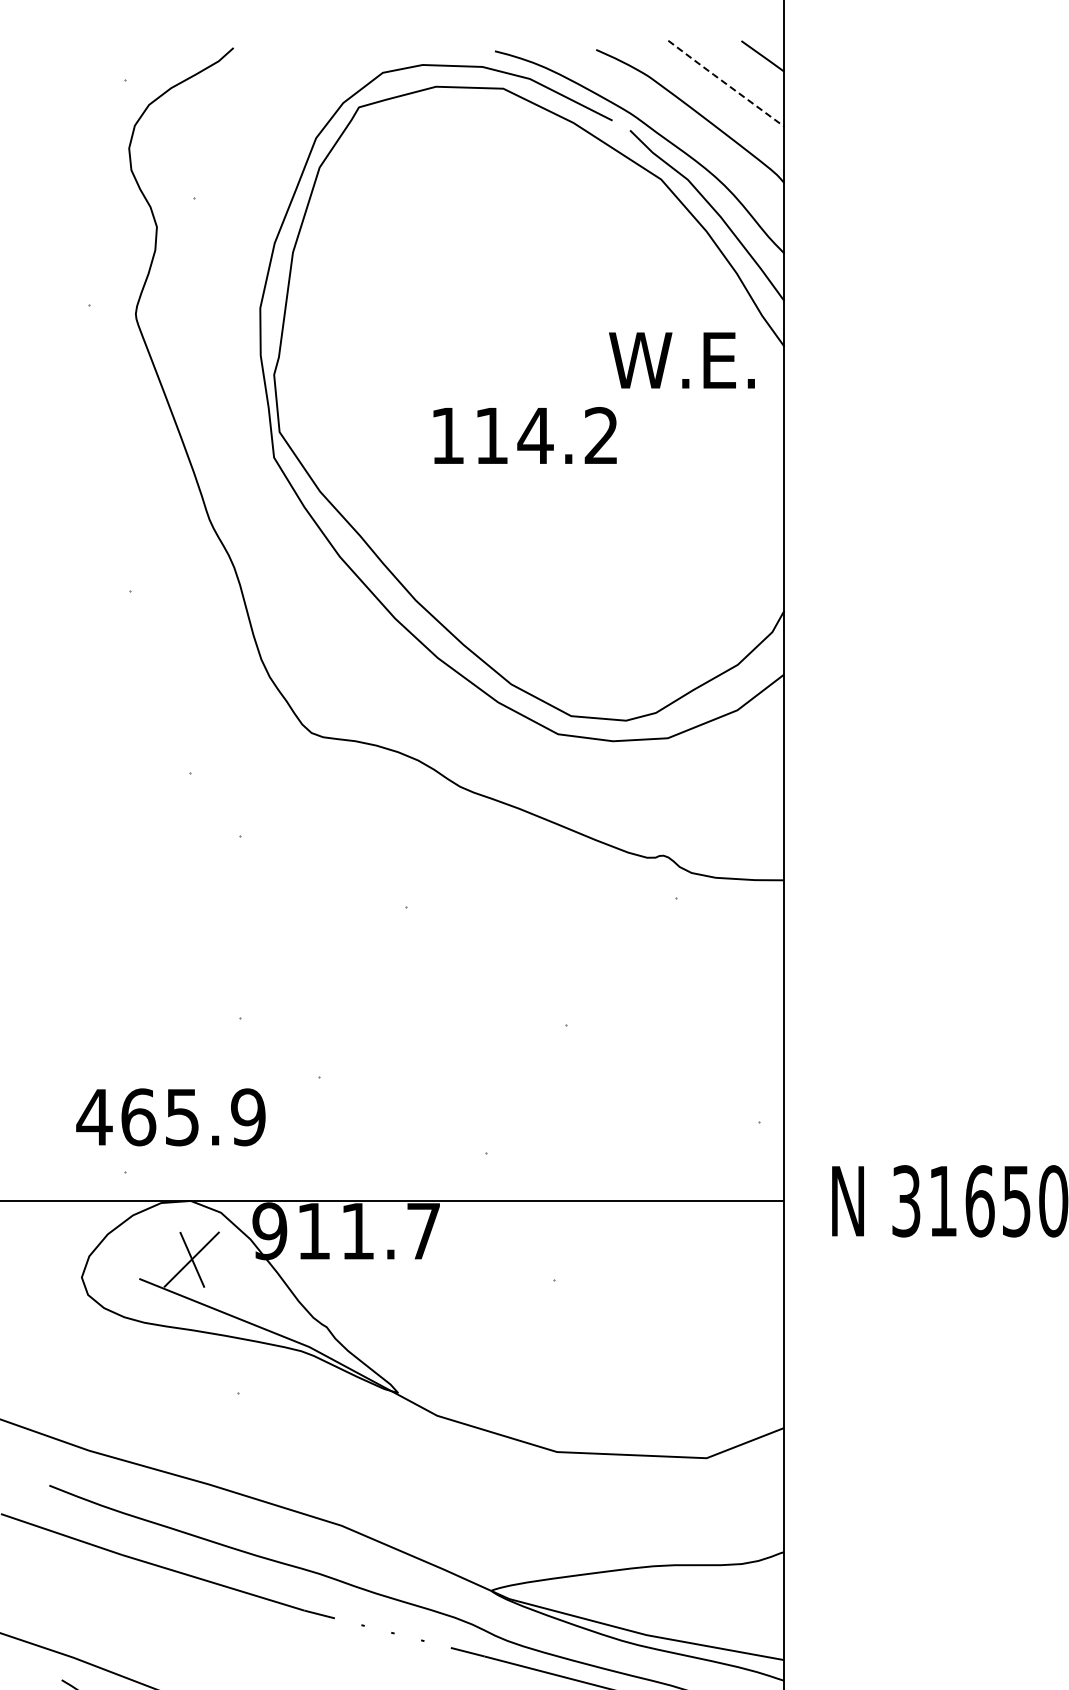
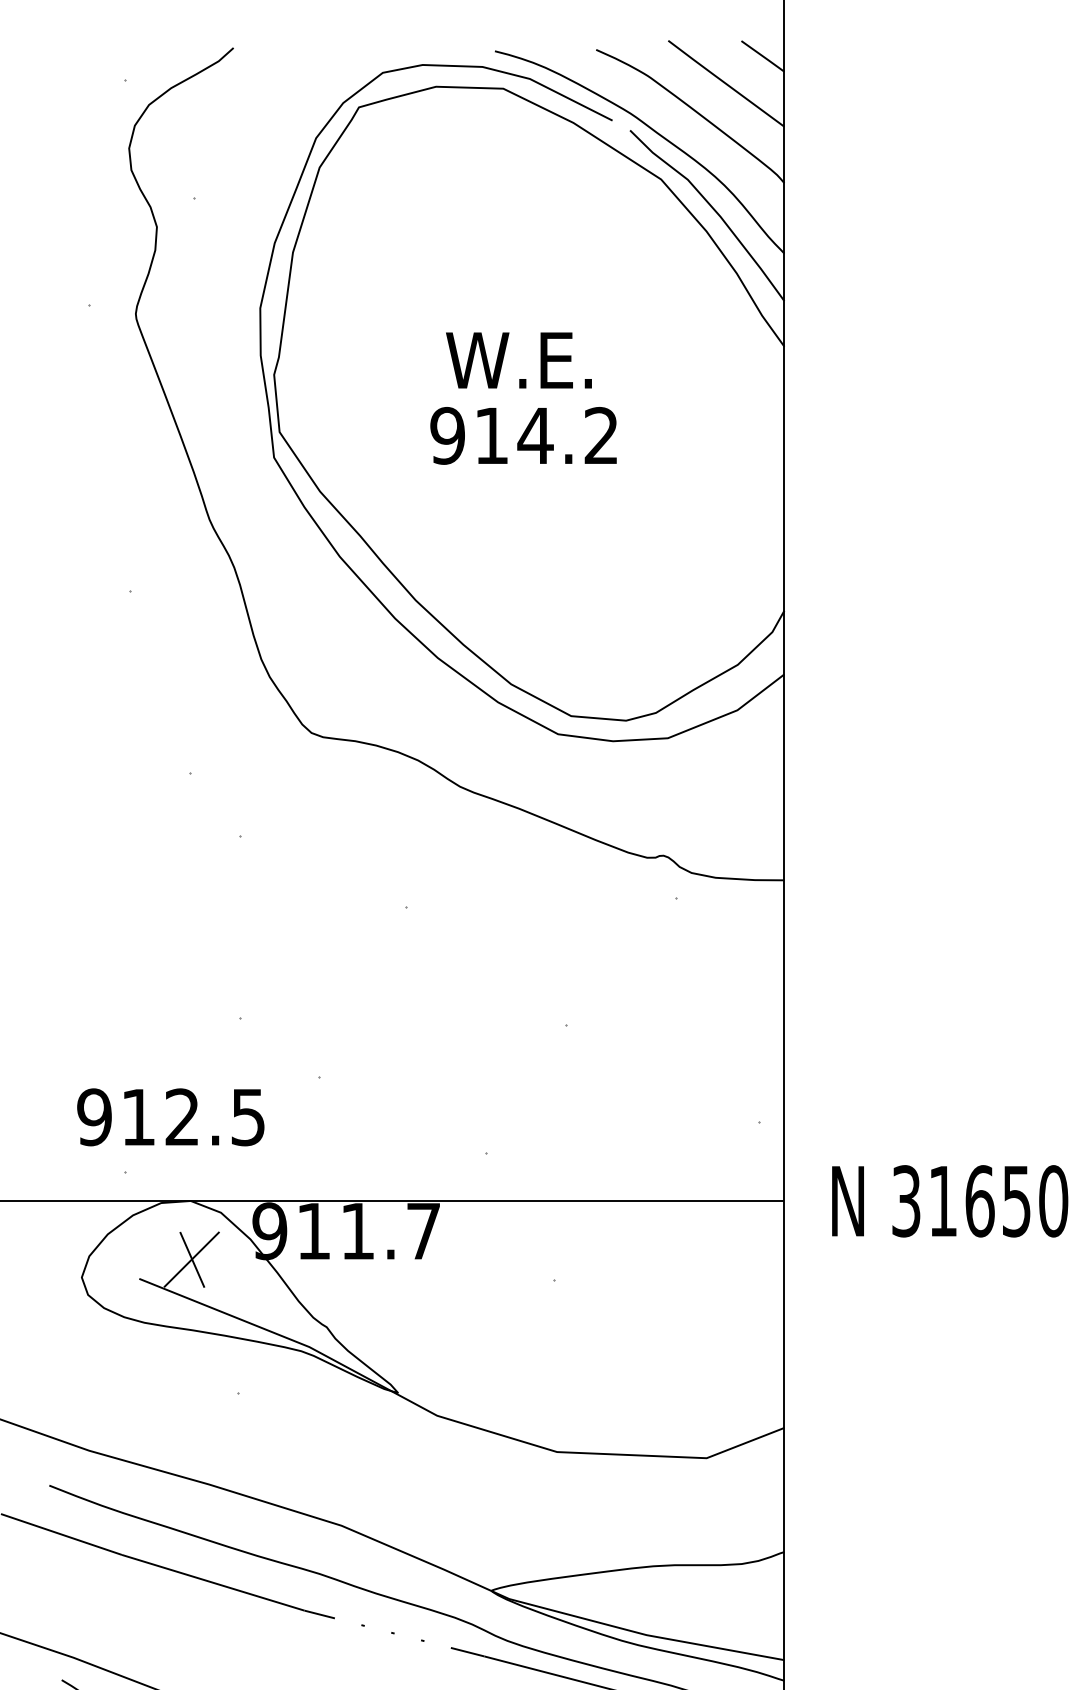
line at (725, 83): dashed -> solid
text at (681, 360) position: (681, 360) -> (518, 360)
text at (447, 435): 114.2 -> 914.2
text at (170, 1117): 465.9 -> 912.5
